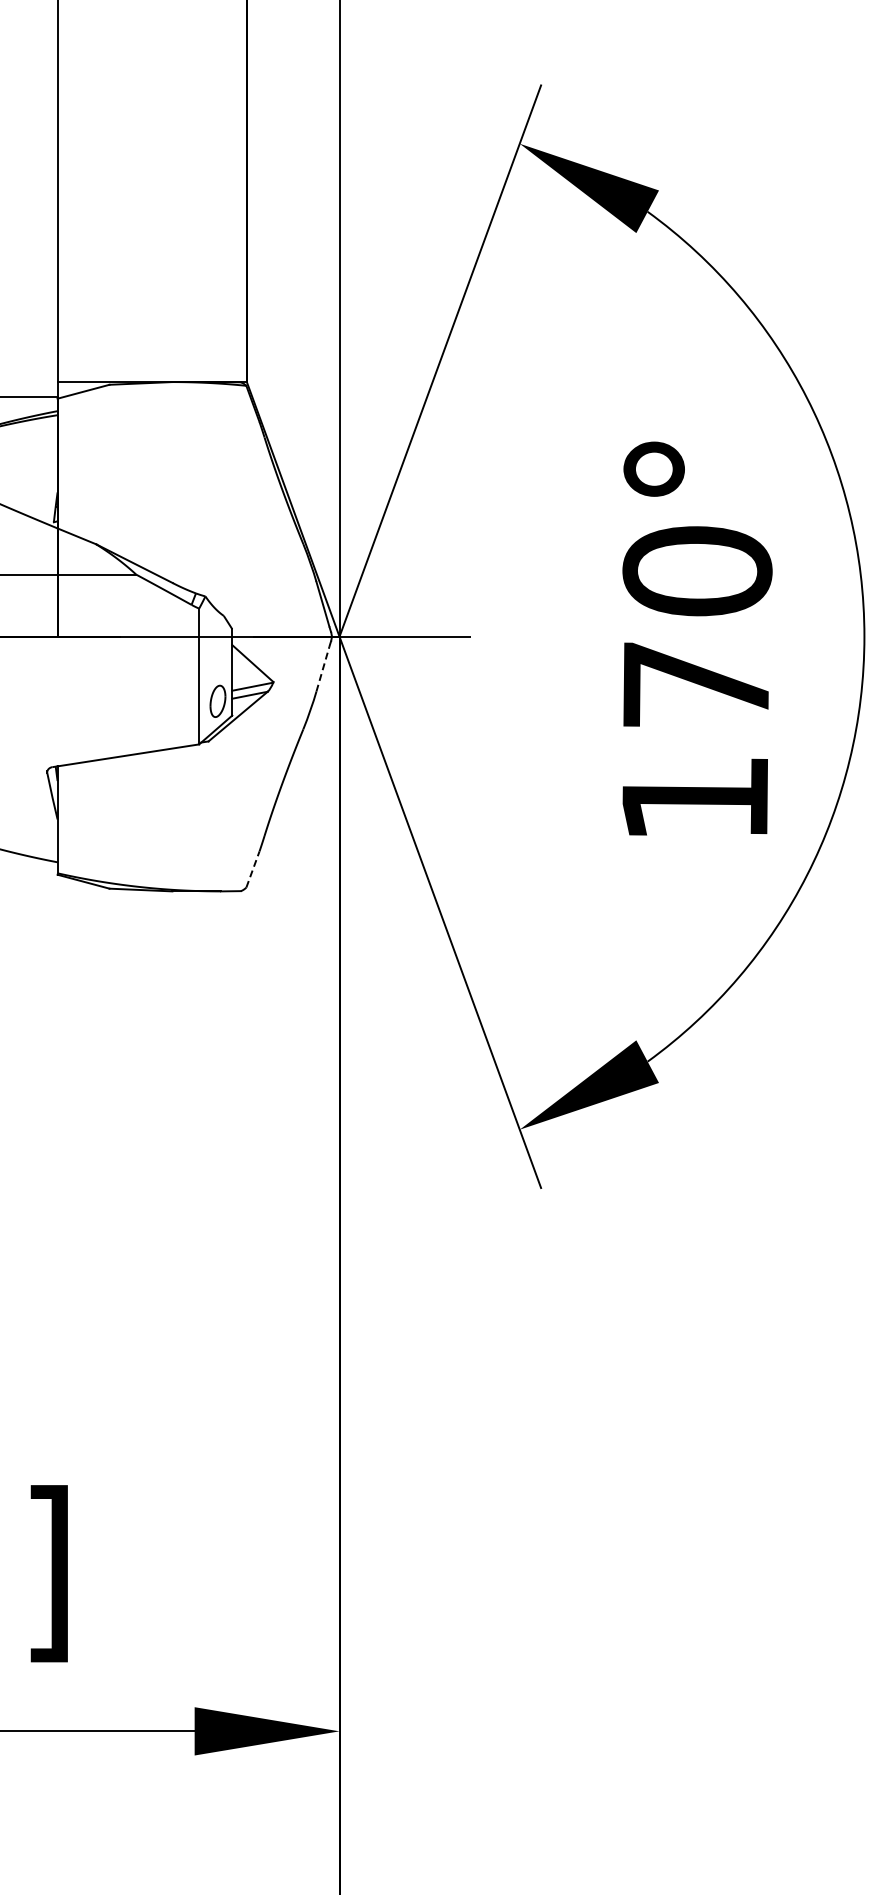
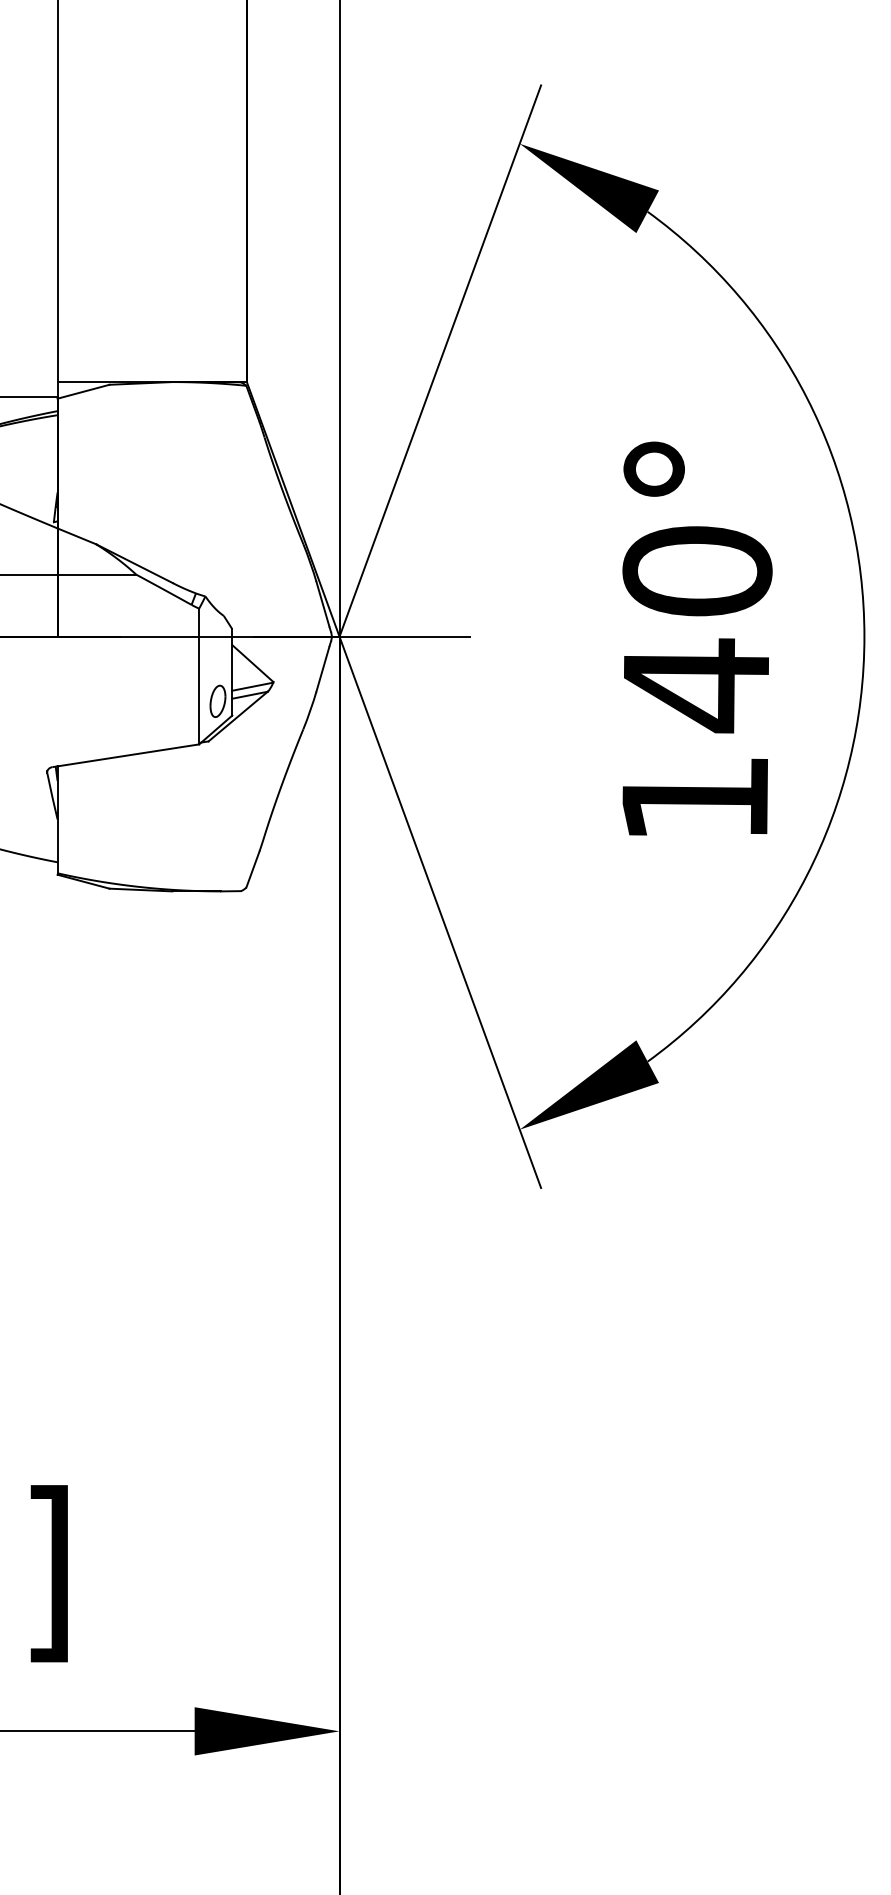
line at (323, 668): dashed -> solid
text at (695, 685): 170° -> 140°
line at (253, 869): dashed -> solid
